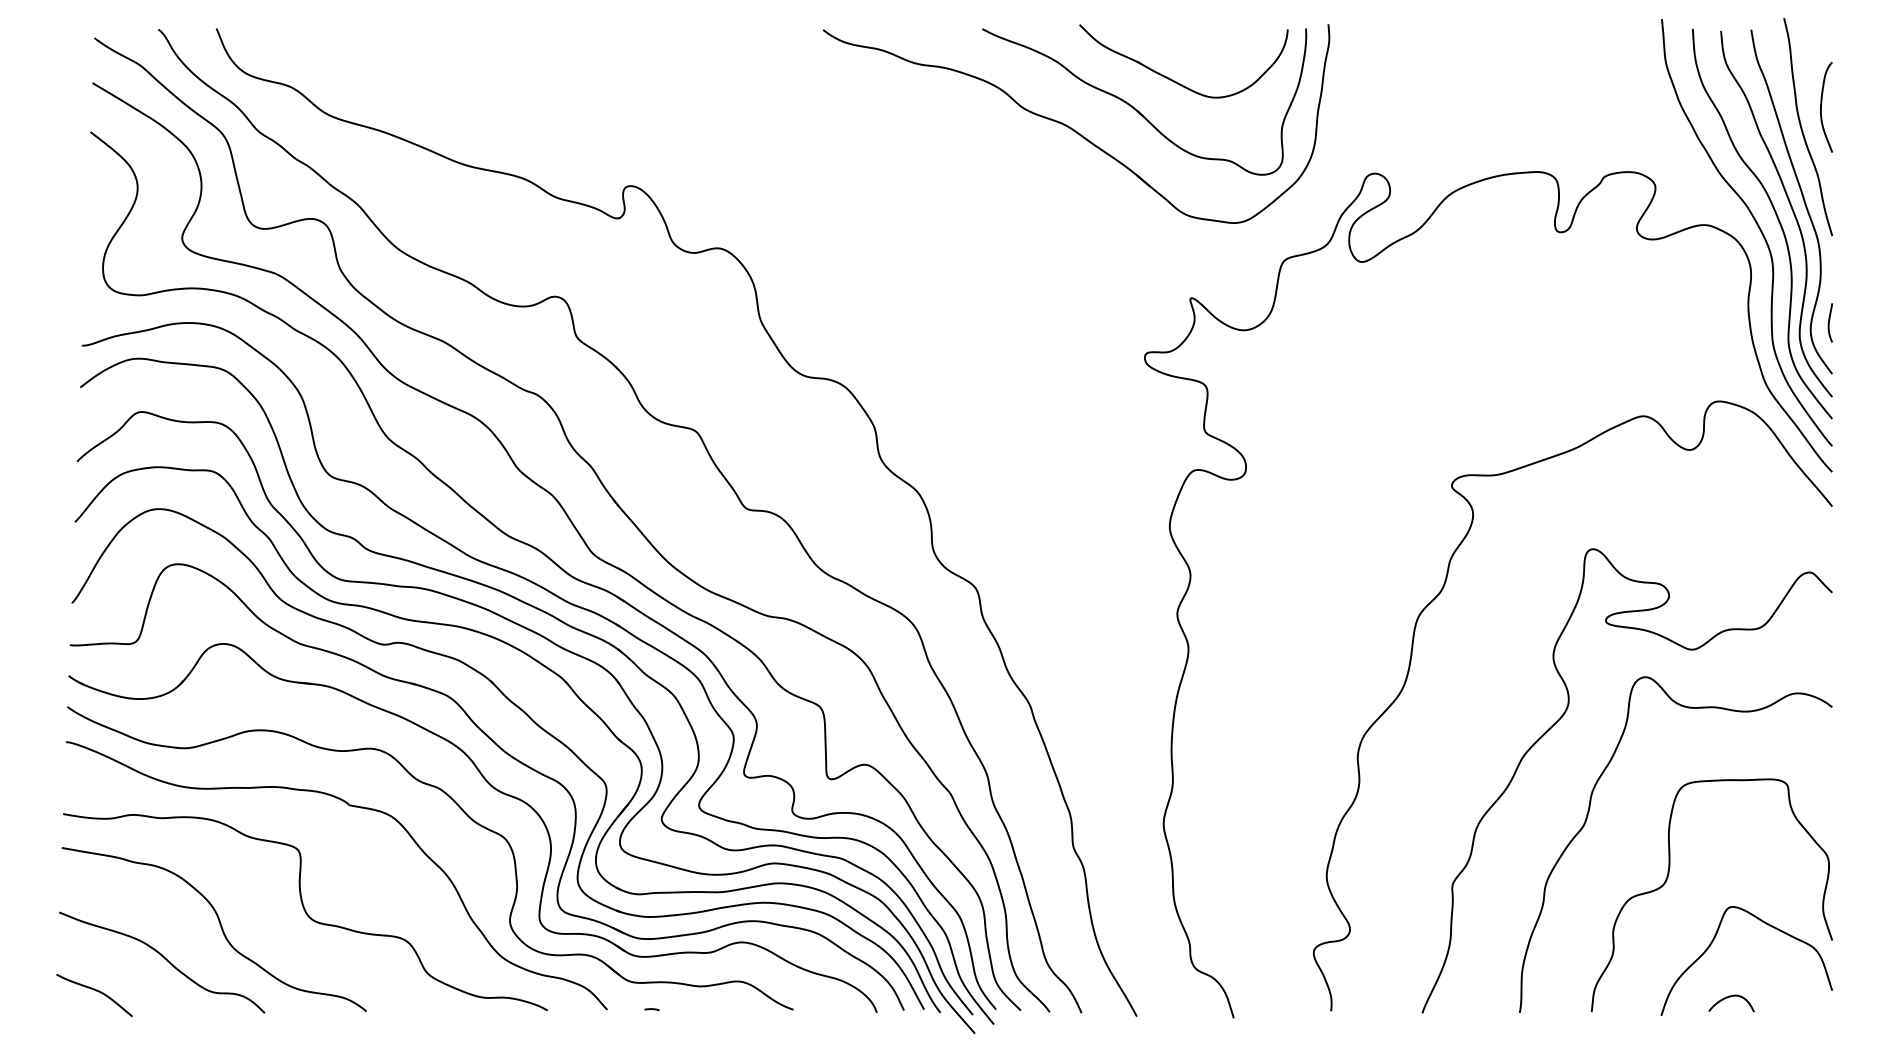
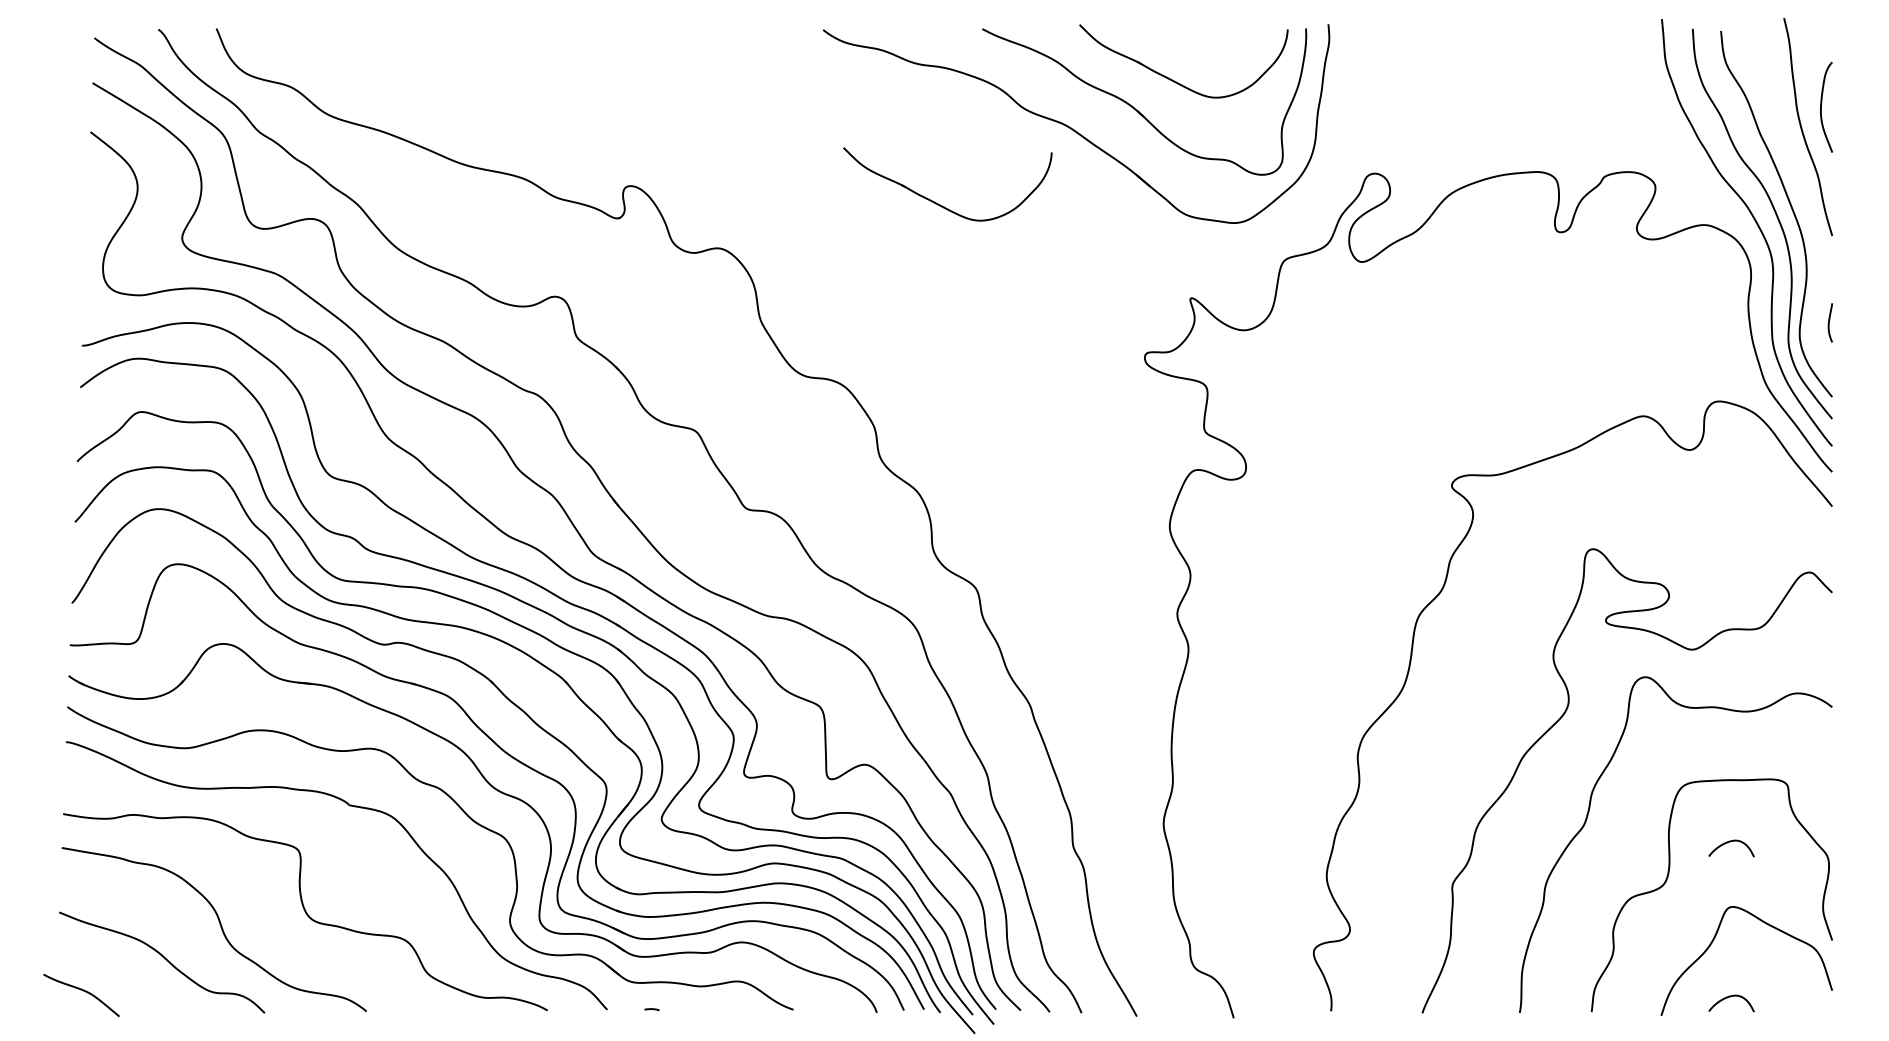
curve at (1802, 198): present -> none
part at (938, 203): none -> present
curve at (1730, 842): none -> present
curve at (96, 991) position: (96, 991) -> (83, 991)
